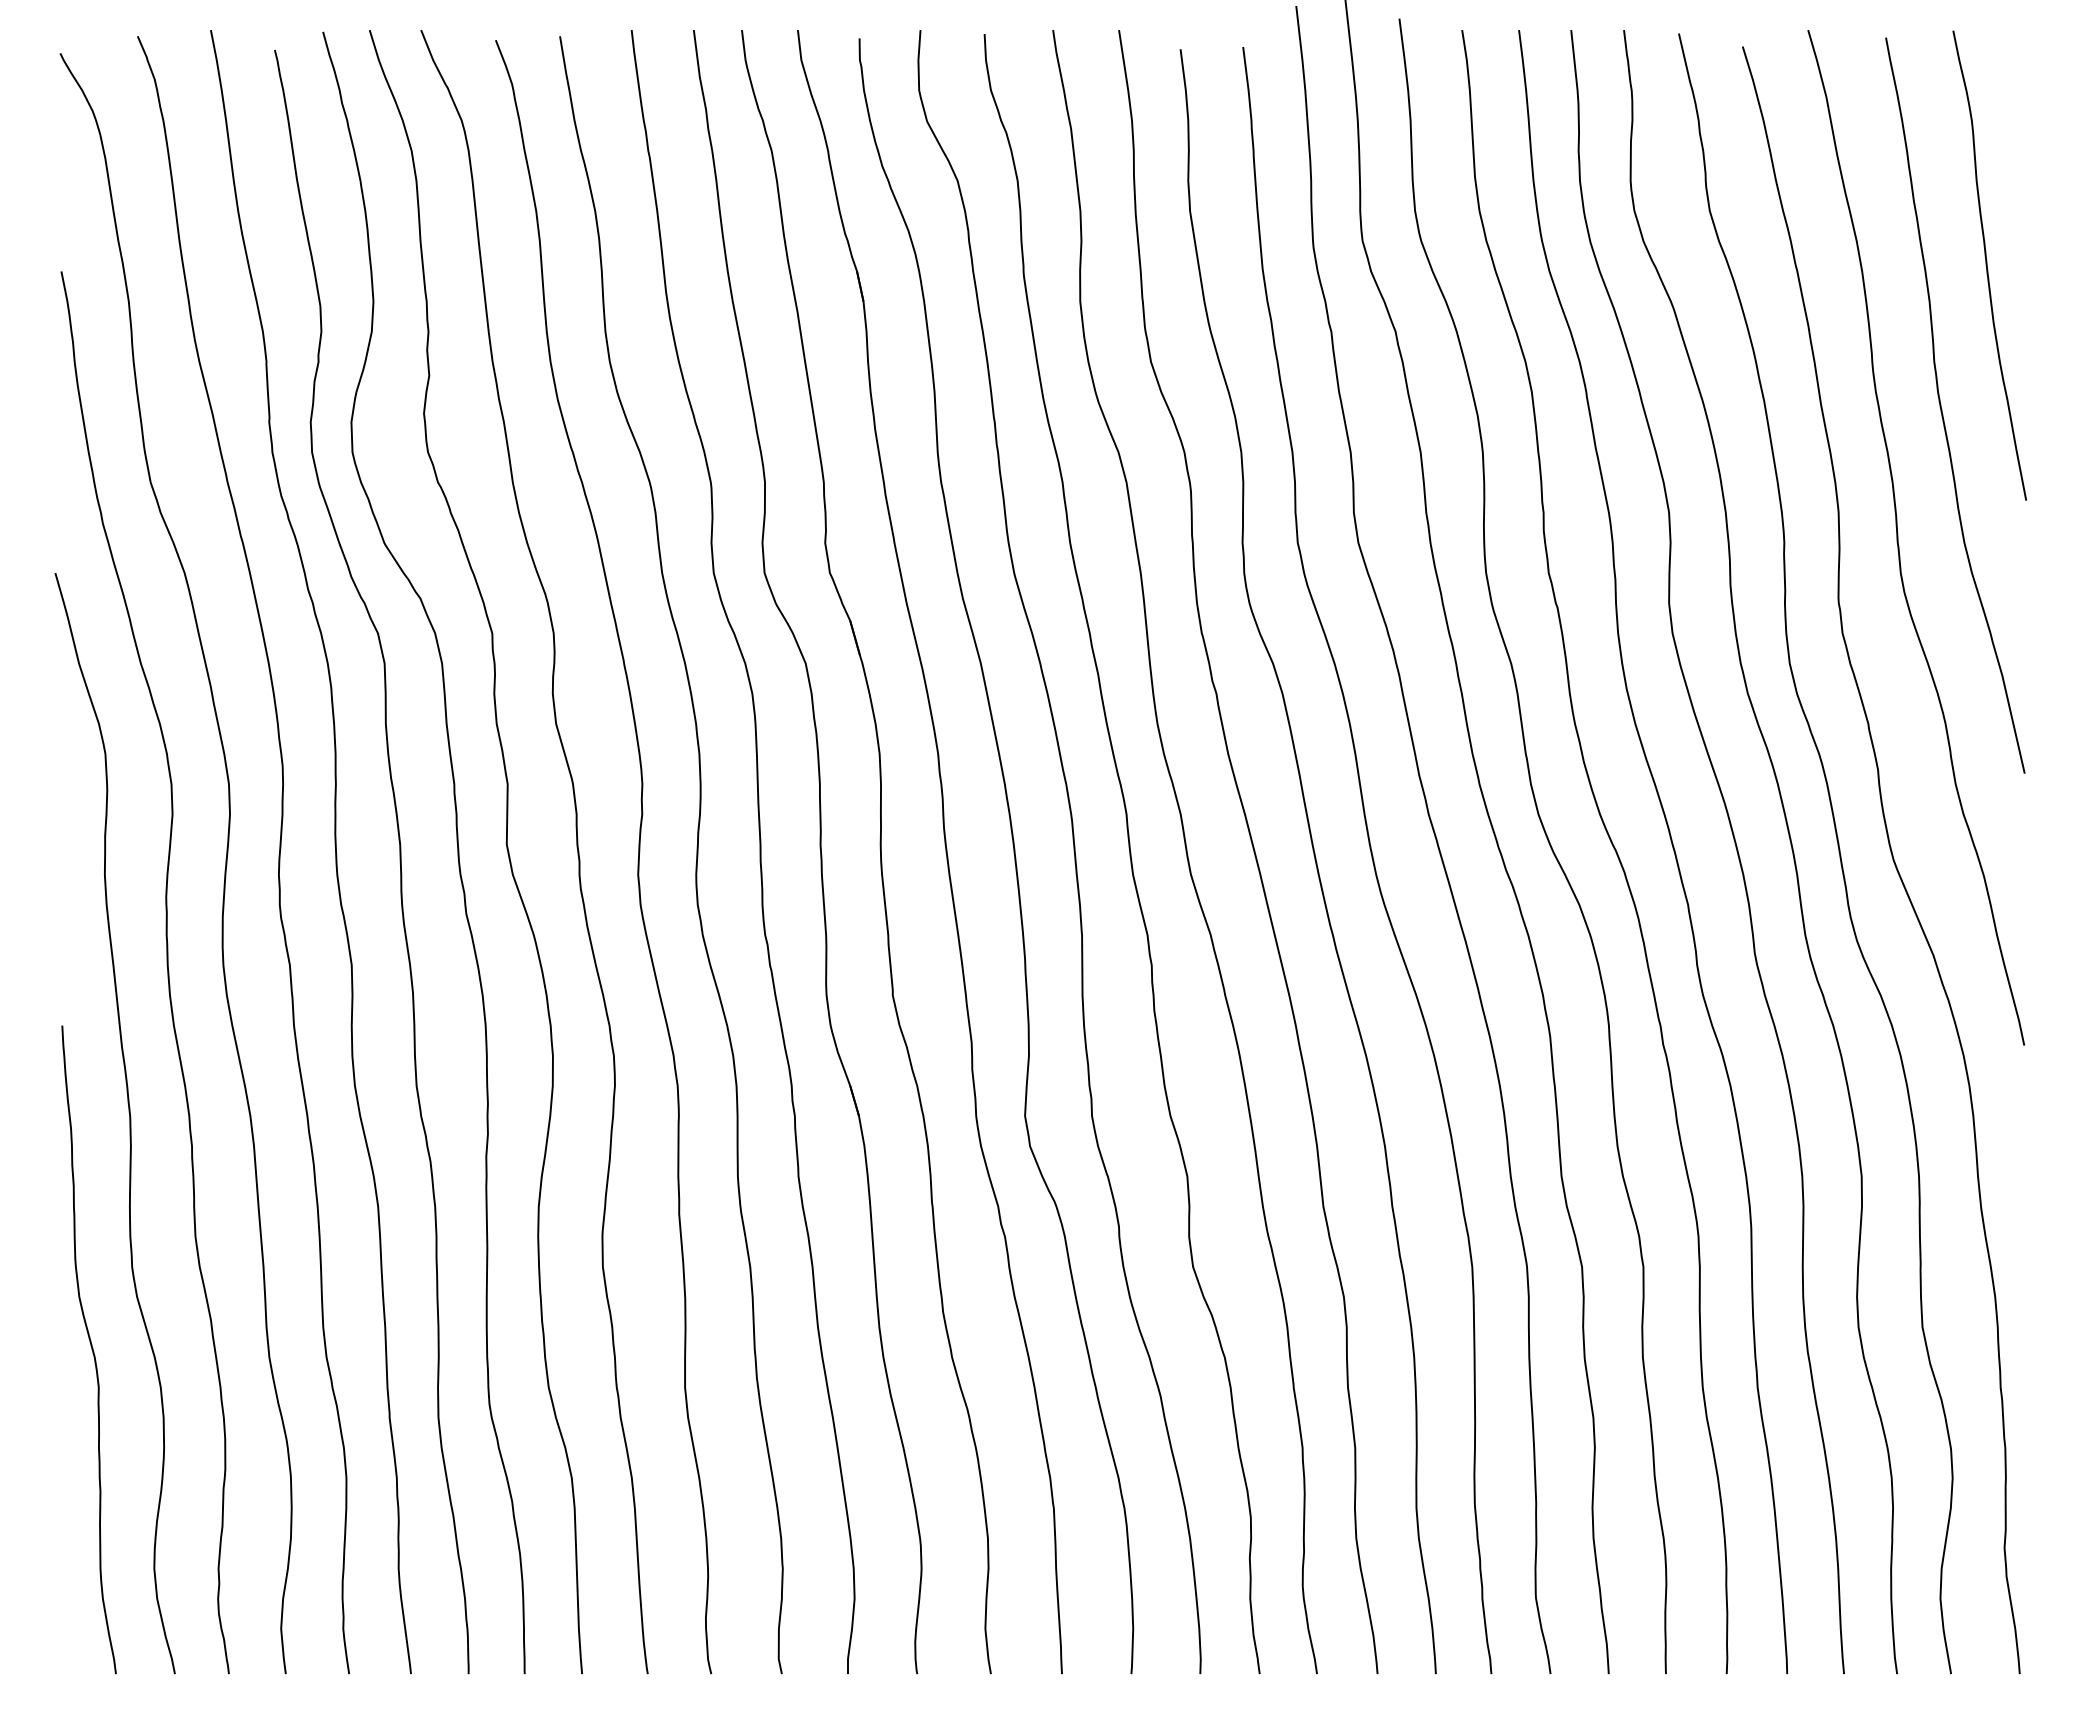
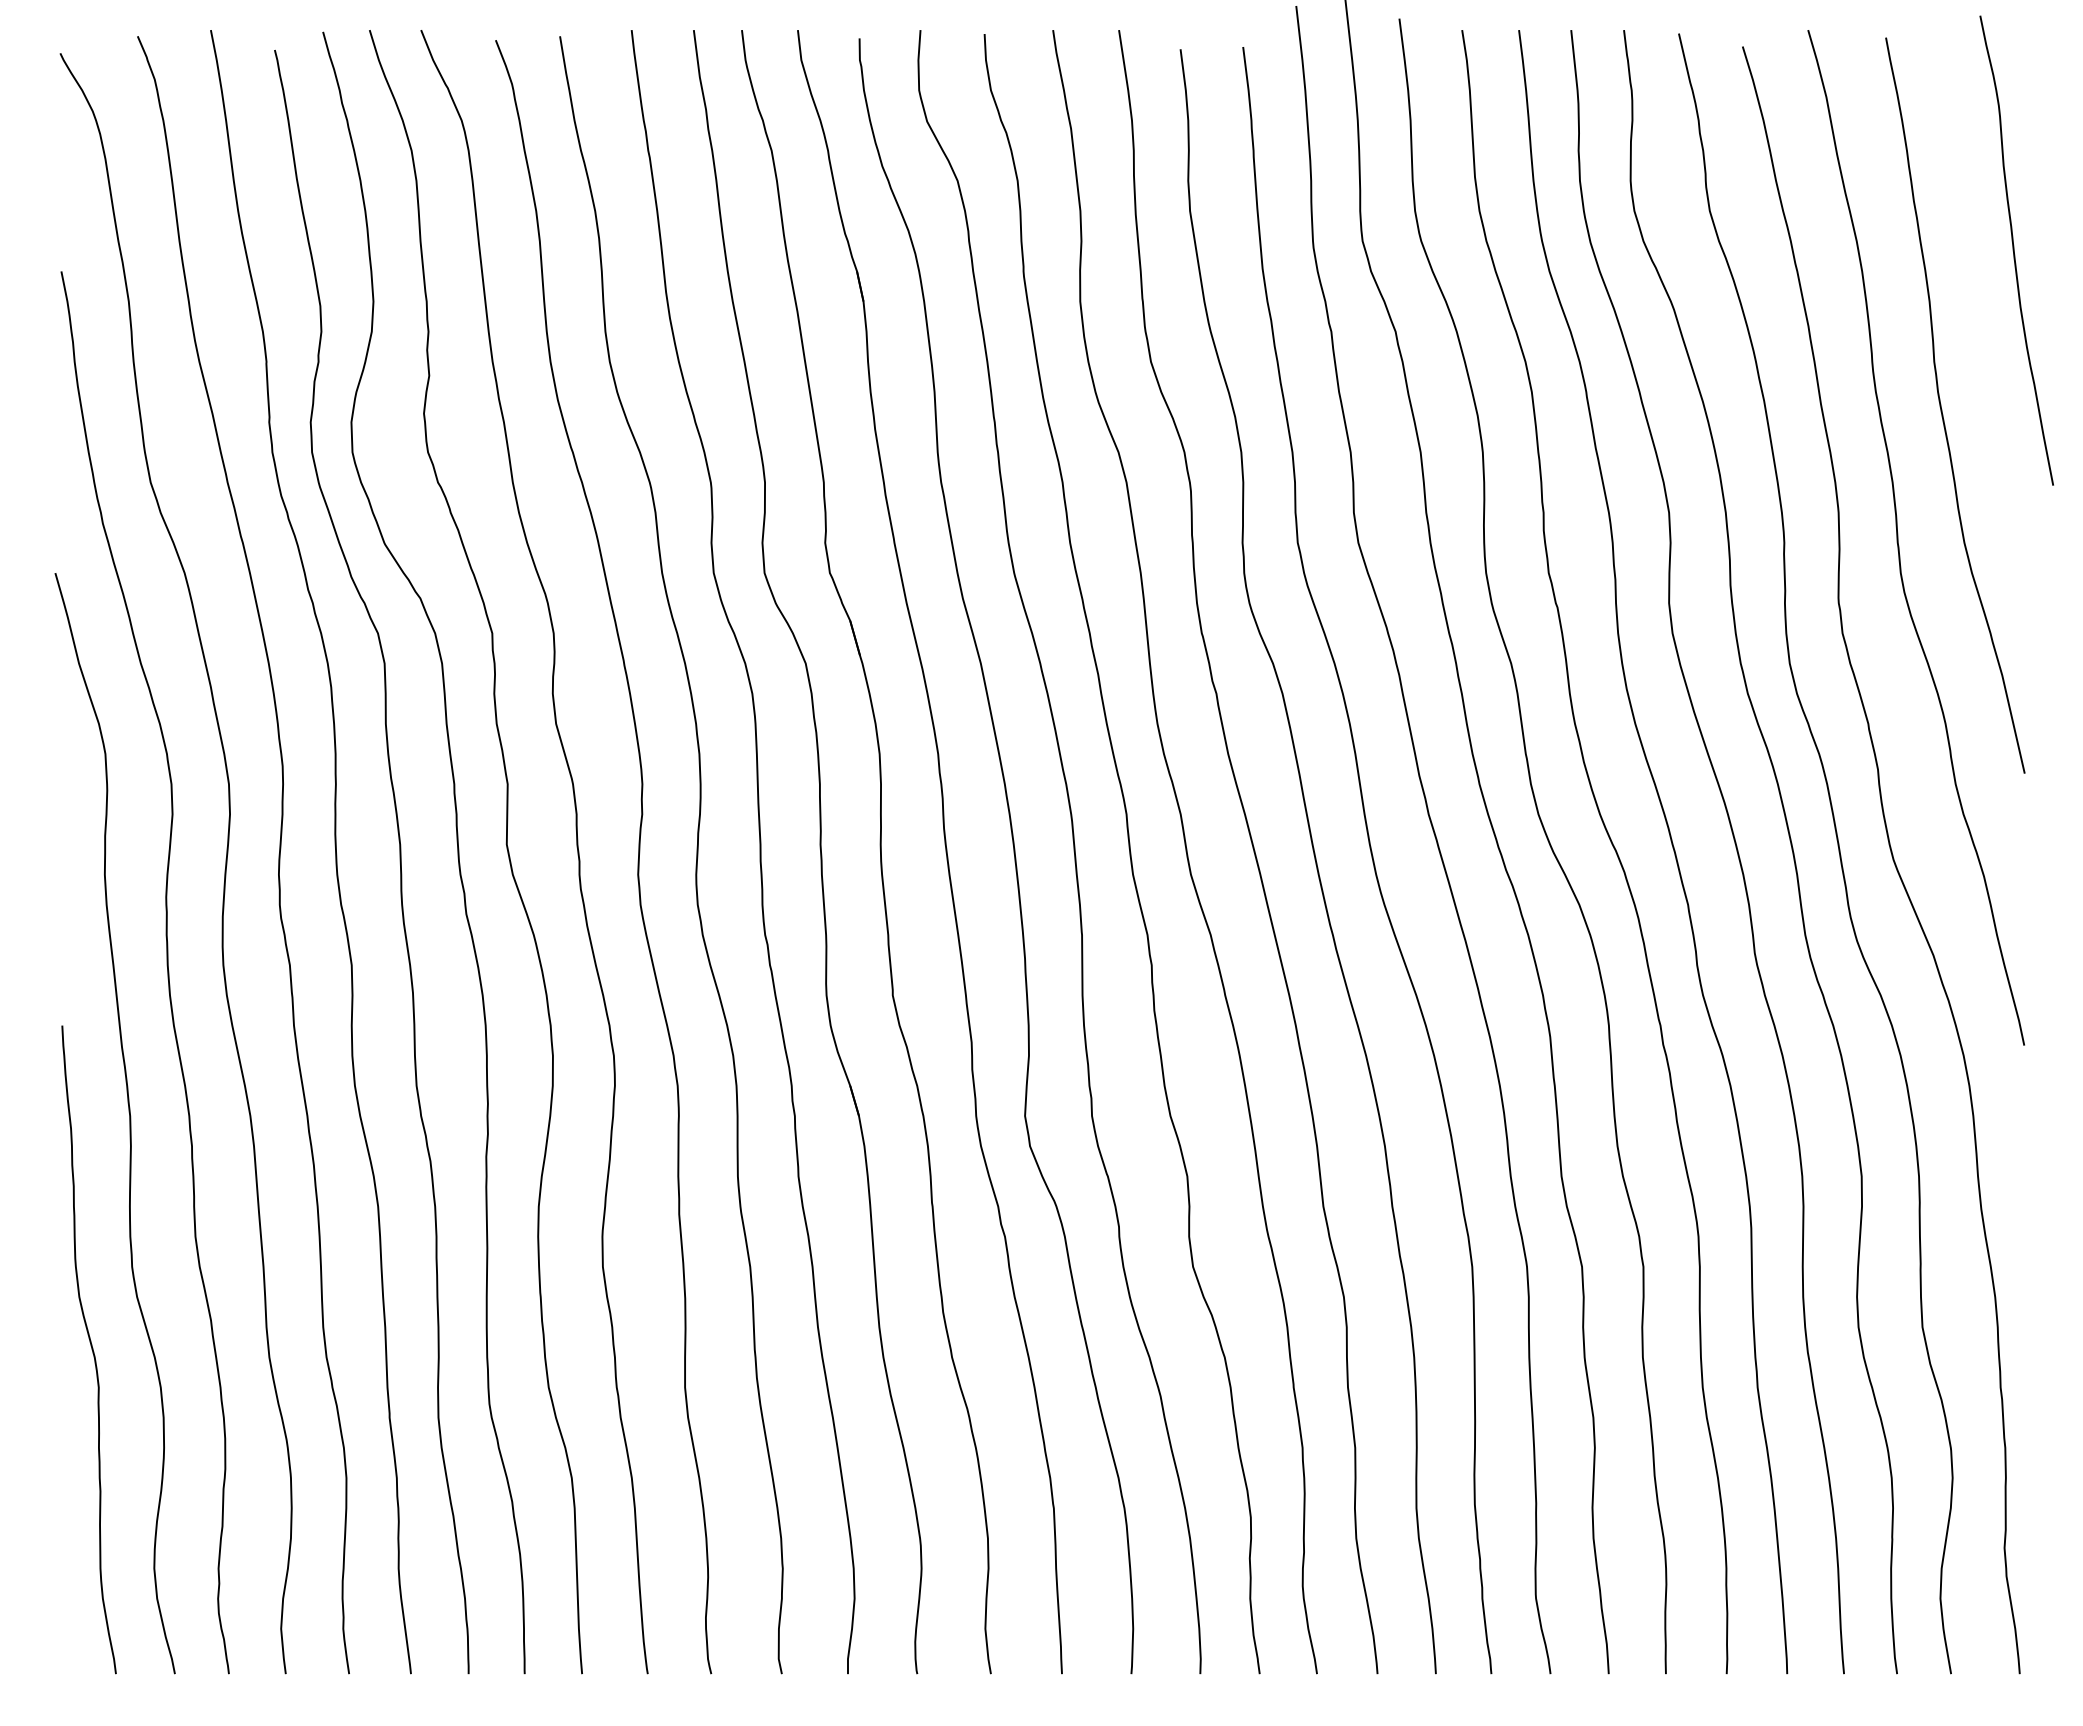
curve at (1987, 265) position: (1987, 265) -> (2014, 250)
